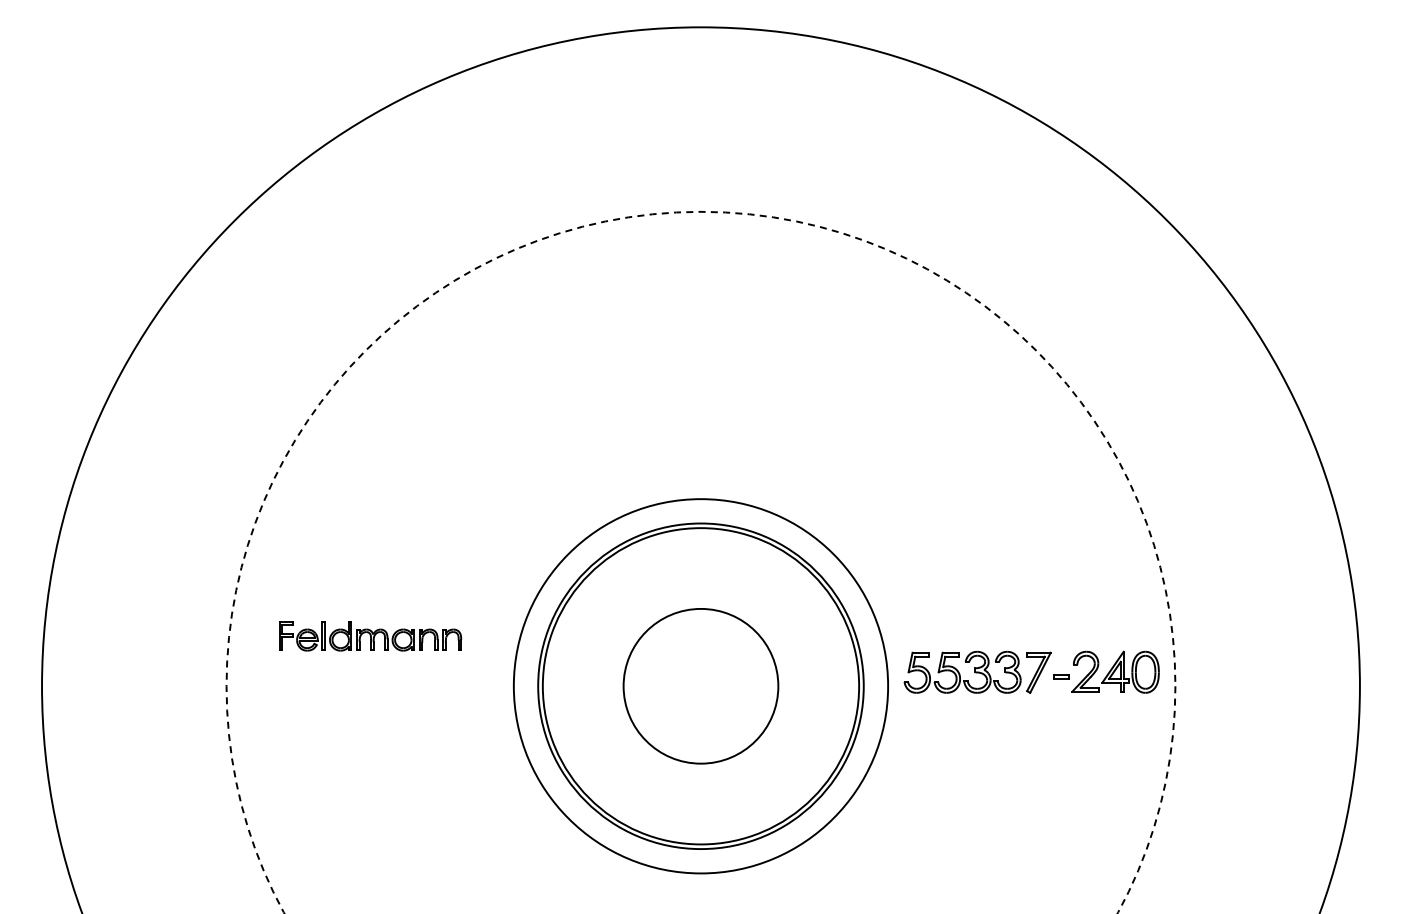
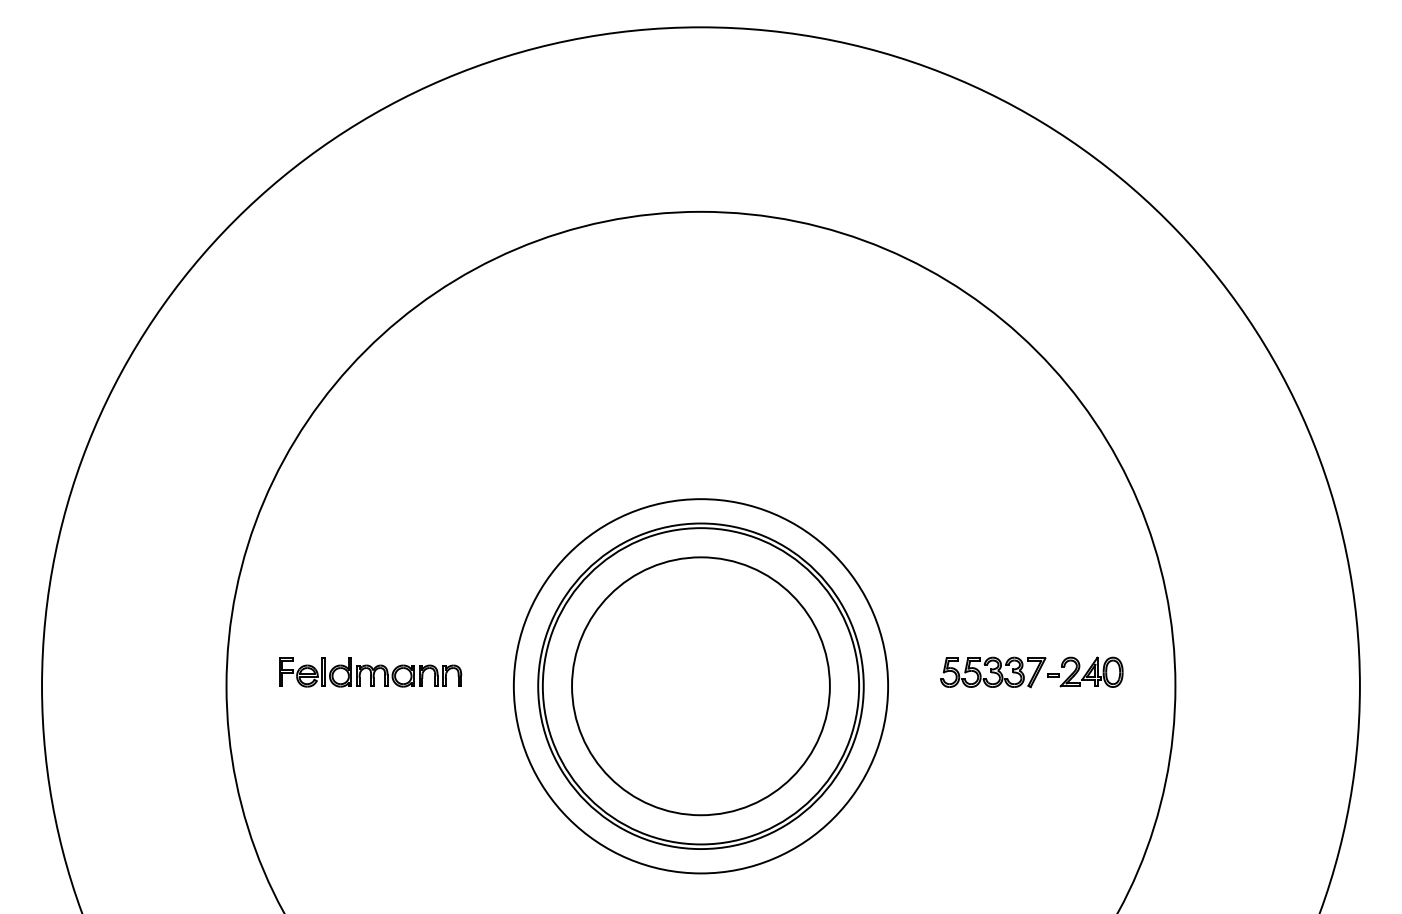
circle at (700, 562): dashed -> solid
part at (370, 636) position: (370, 636) -> (370, 672)
part at (1031, 671) size: 257x44 px -> 184x33 px
circle at (700, 685) diameter: 155 px -> 258 px
